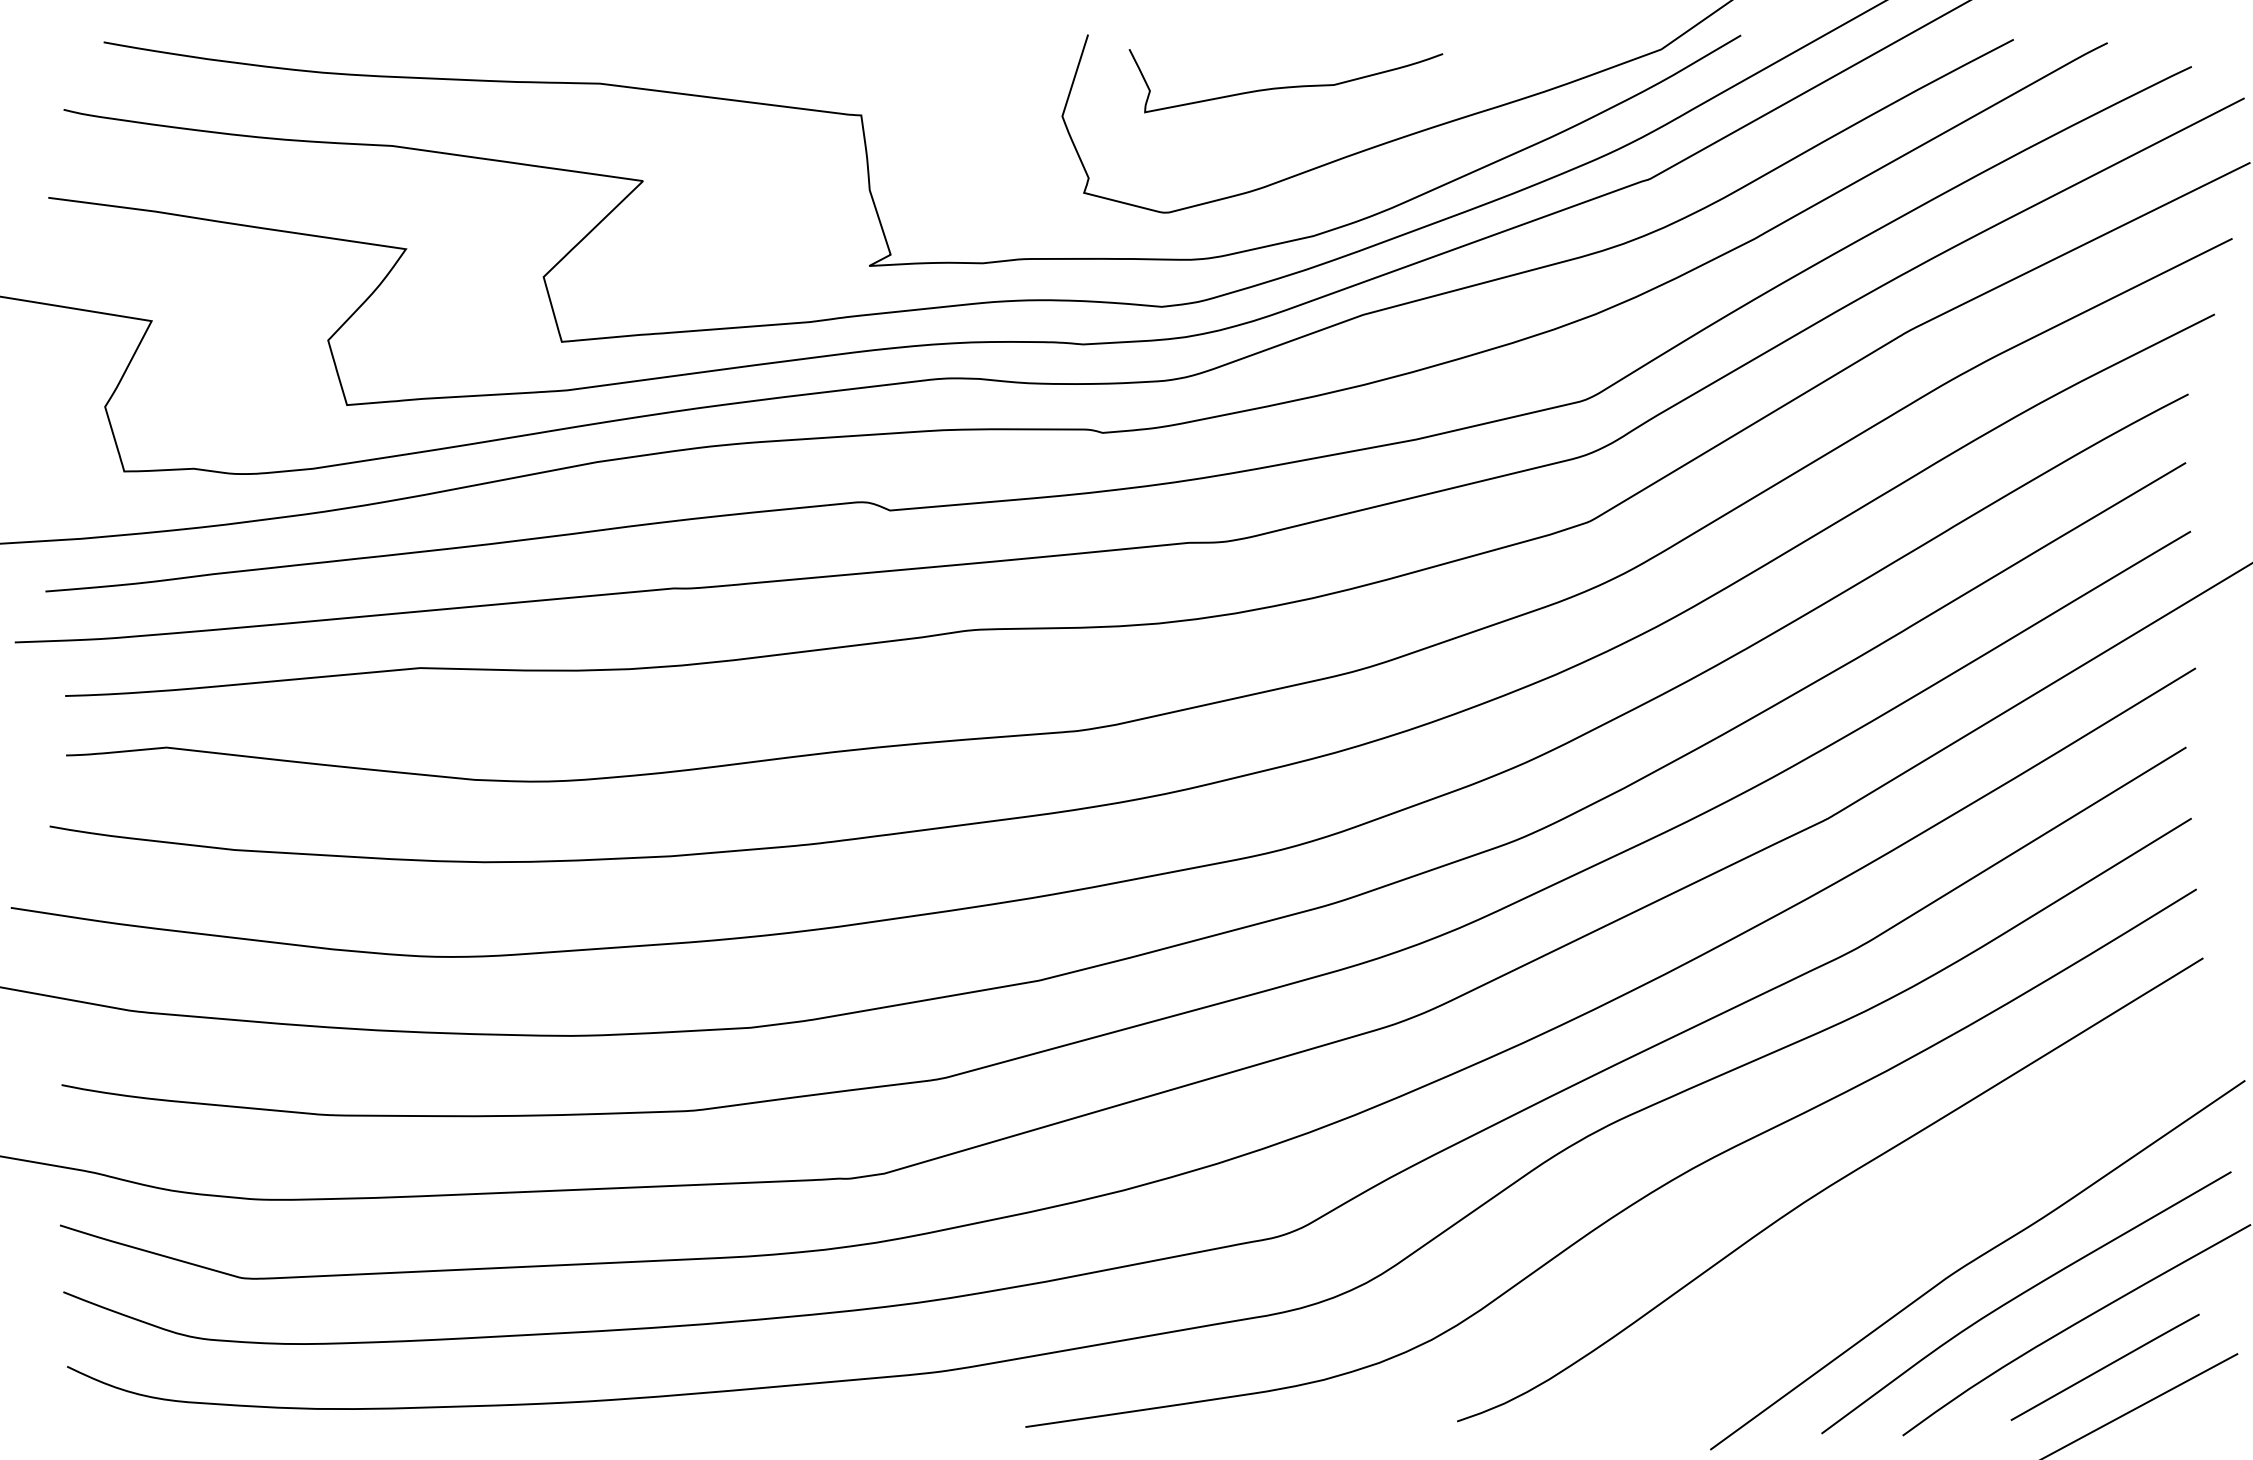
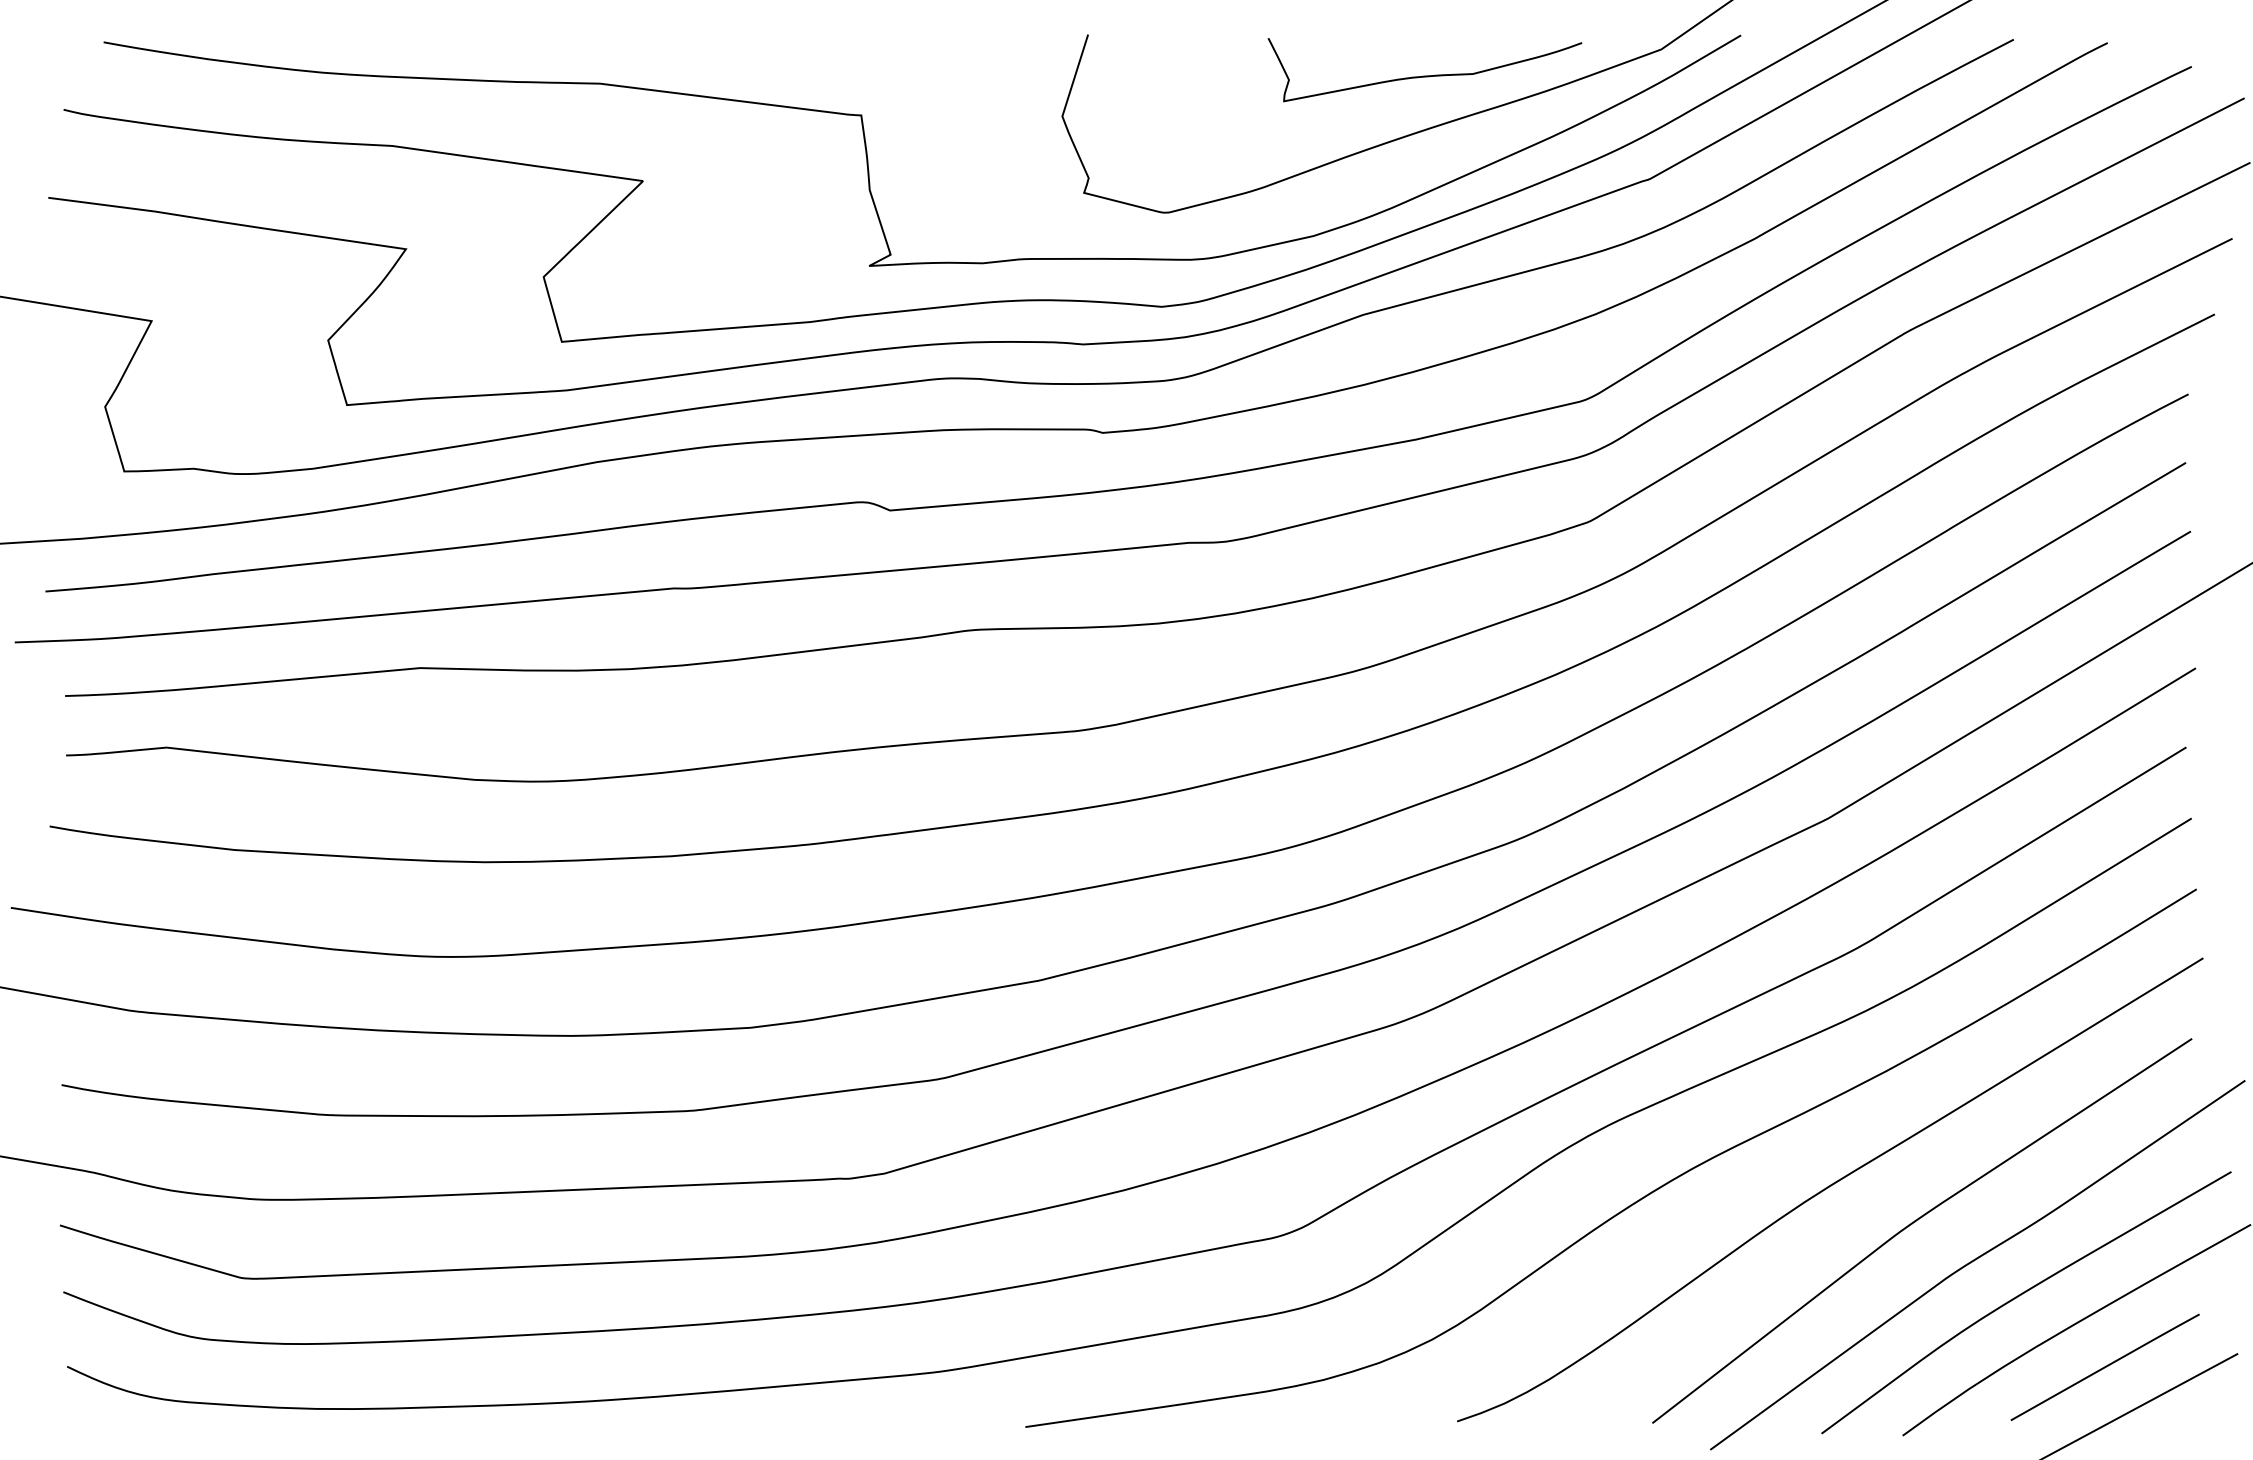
curve at (1285, 86) position: (1285, 86) -> (1424, 75)
curve at (1915, 1222): none -> present
